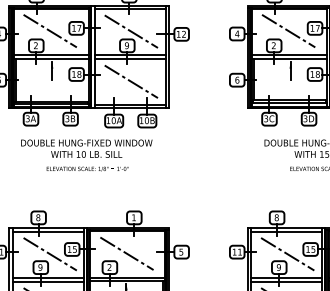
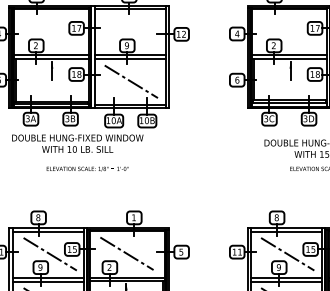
line at (49, 30): present -> none
line at (288, 30): present -> none
line at (130, 31): present -> none
text at (86, 148) position: (86, 148) -> (77, 143)
